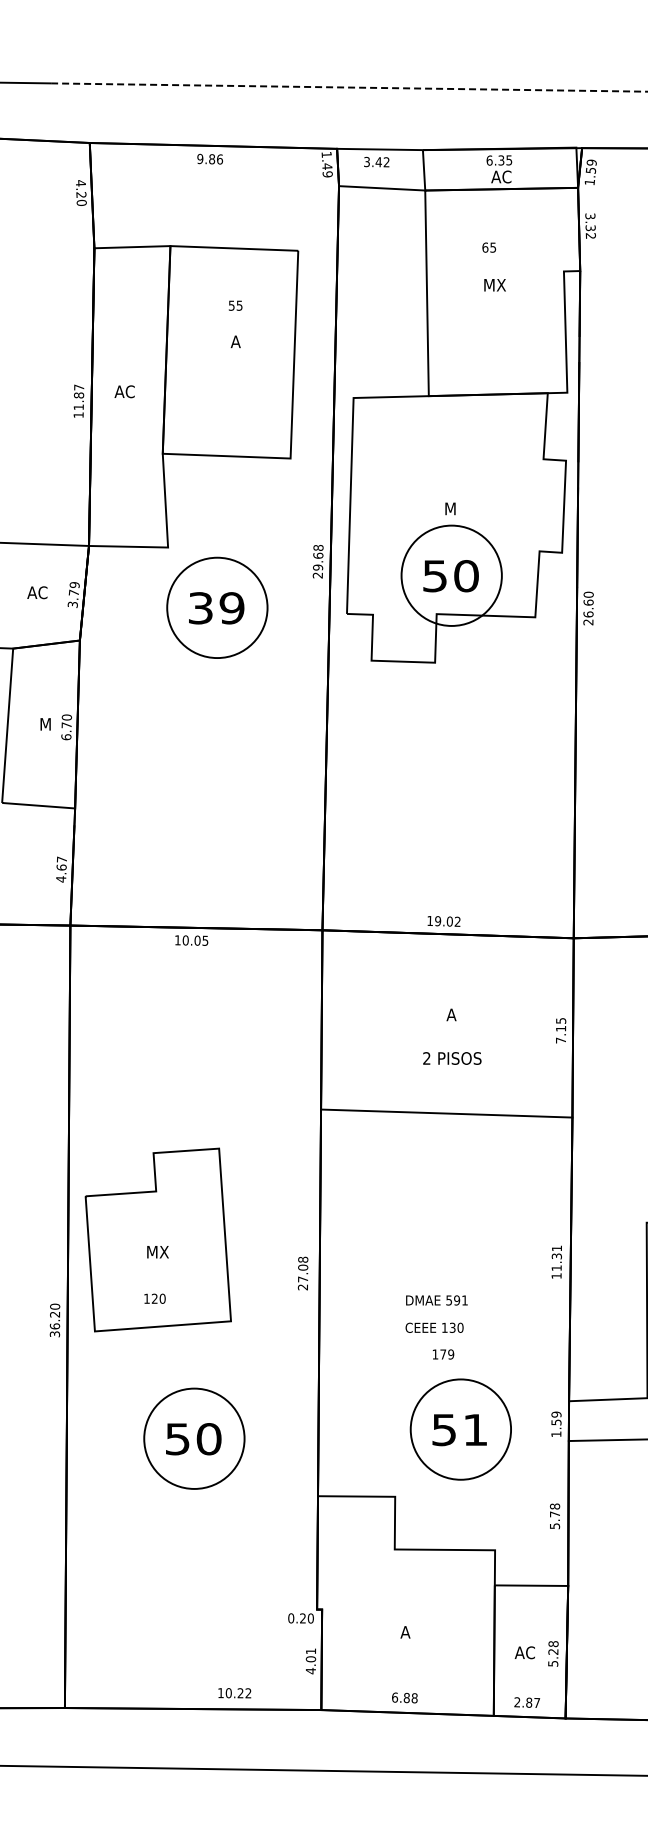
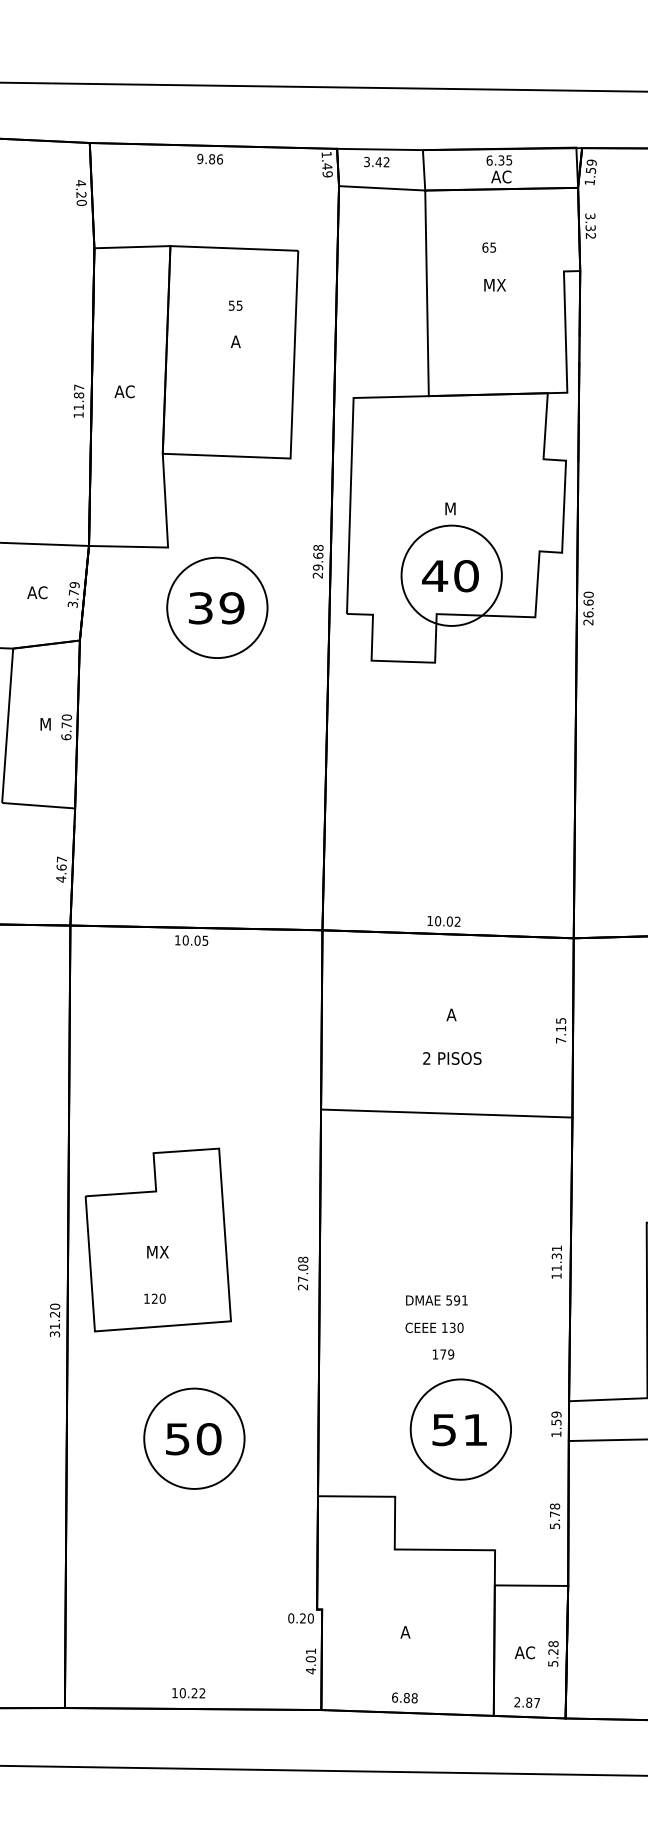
line at (350, 87): dashed -> solid
text at (435, 576): 50 -> 40
text at (437, 921): 19.02 -> 10.02
text at (54, 1326): 36.20 -> 31.20
text at (234, 1693) position: (234, 1693) -> (188, 1693)
